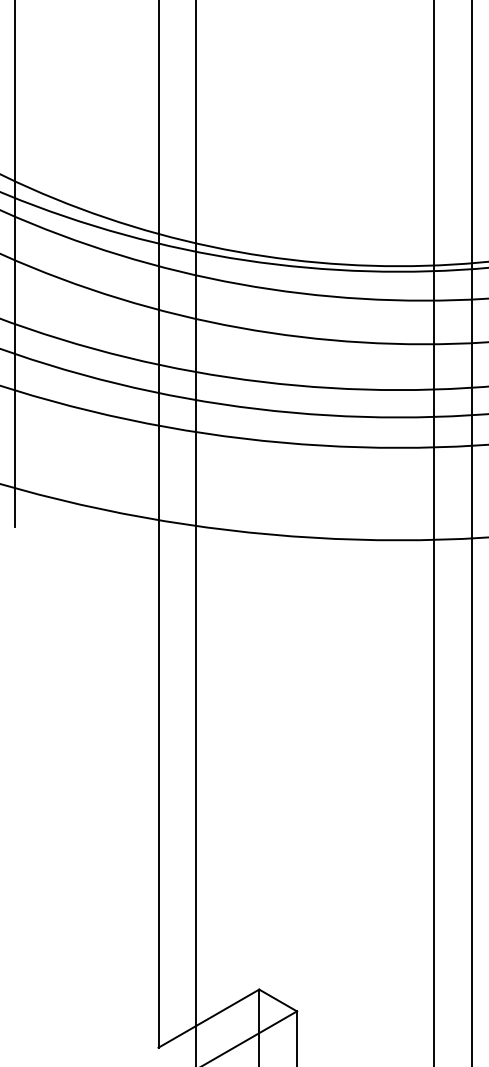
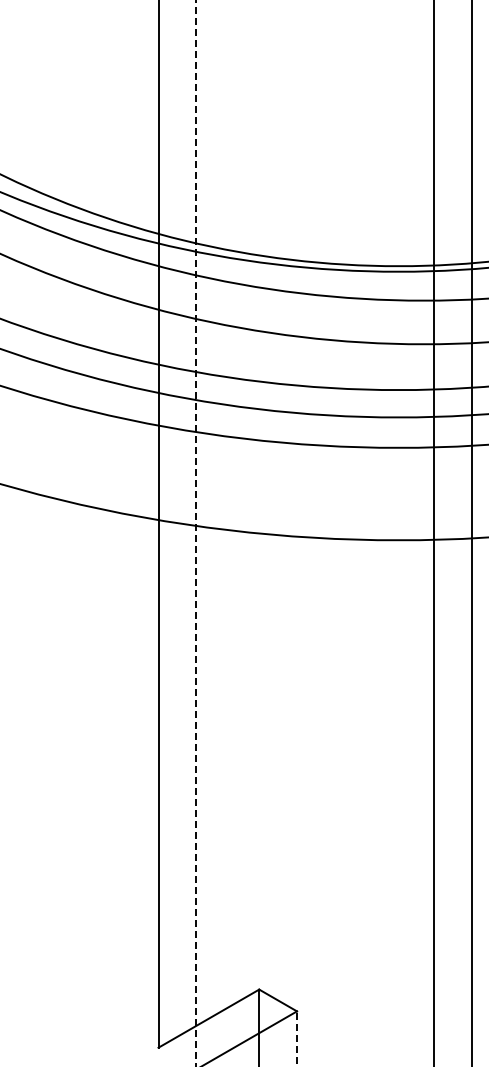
line at (14, 264): present -> none
line at (196, 533): solid -> dashed
line at (297, 1038): solid -> dashed
